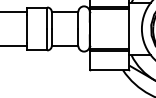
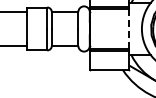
line at (129, 28): solid -> dashed
